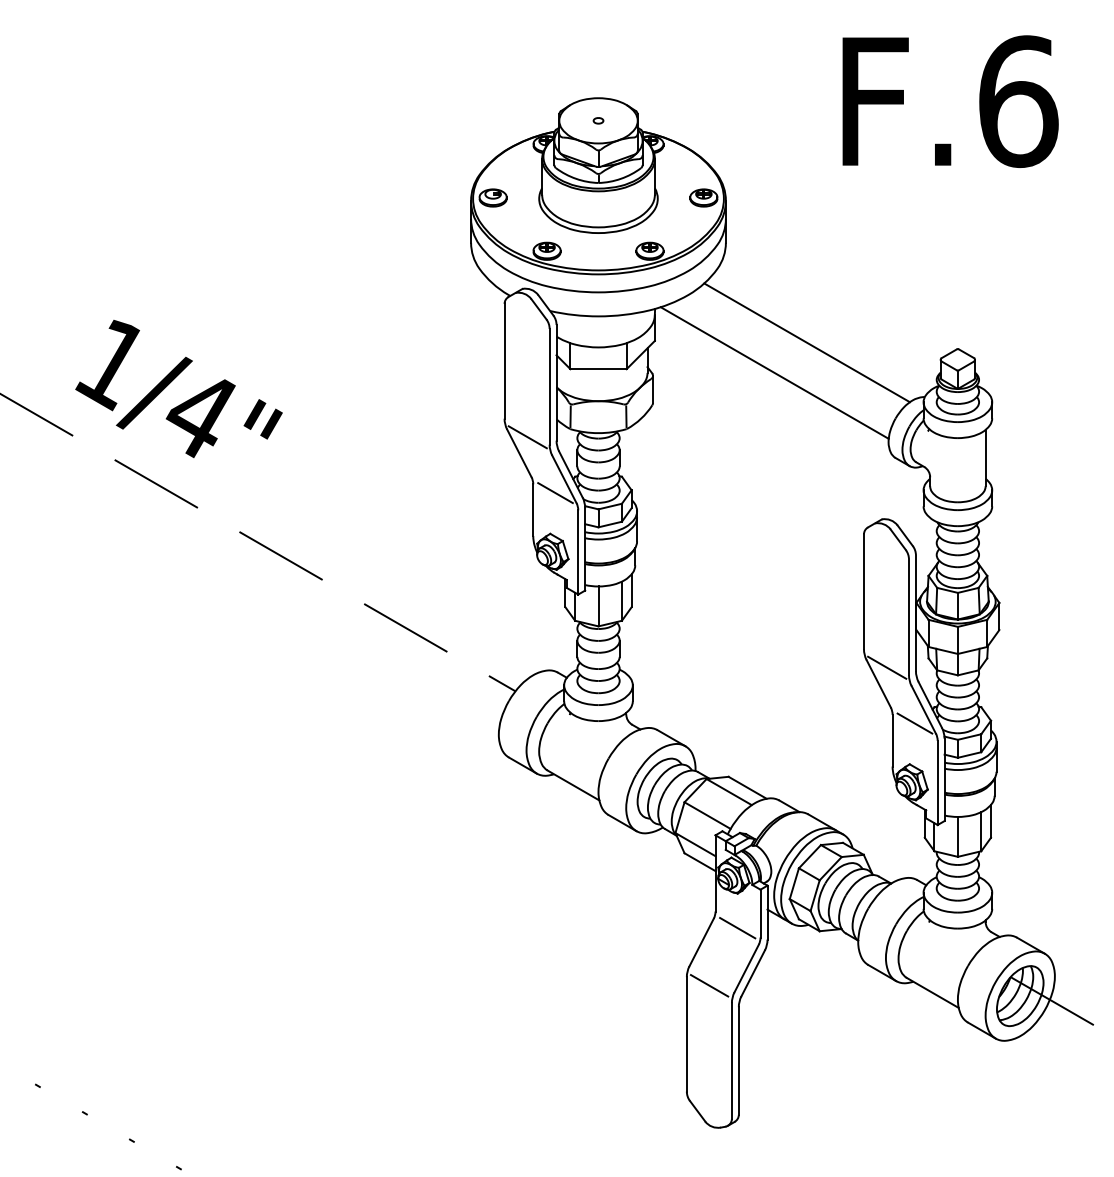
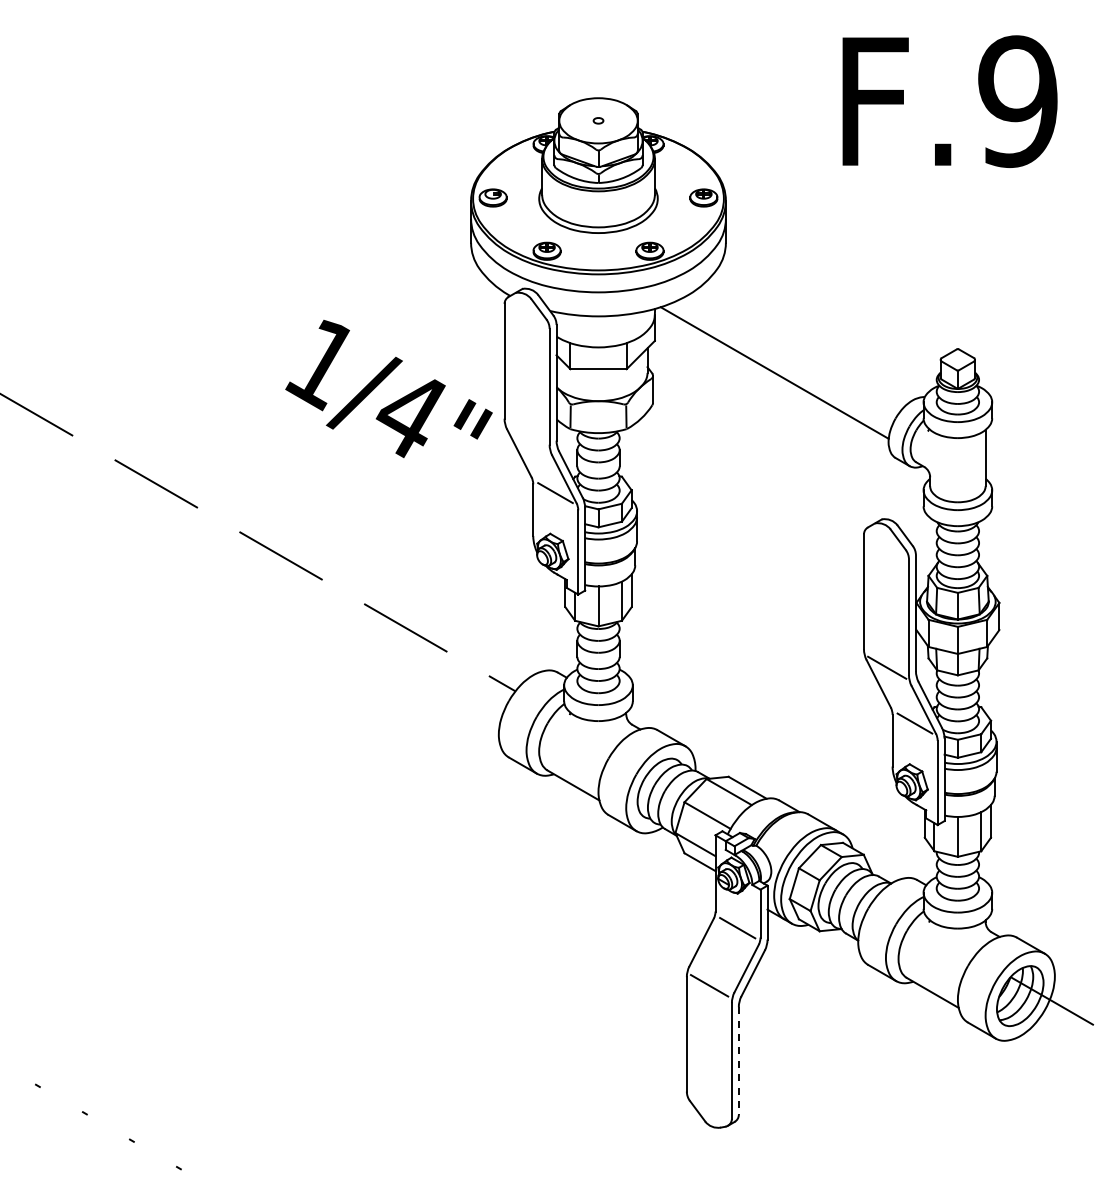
text at (1018, 101): F.6 -> F.9
line at (806, 342): present -> none
text at (178, 388) position: (178, 388) -> (388, 388)
line at (527, 437): present -> none
line at (738, 1061): solid -> dashed
